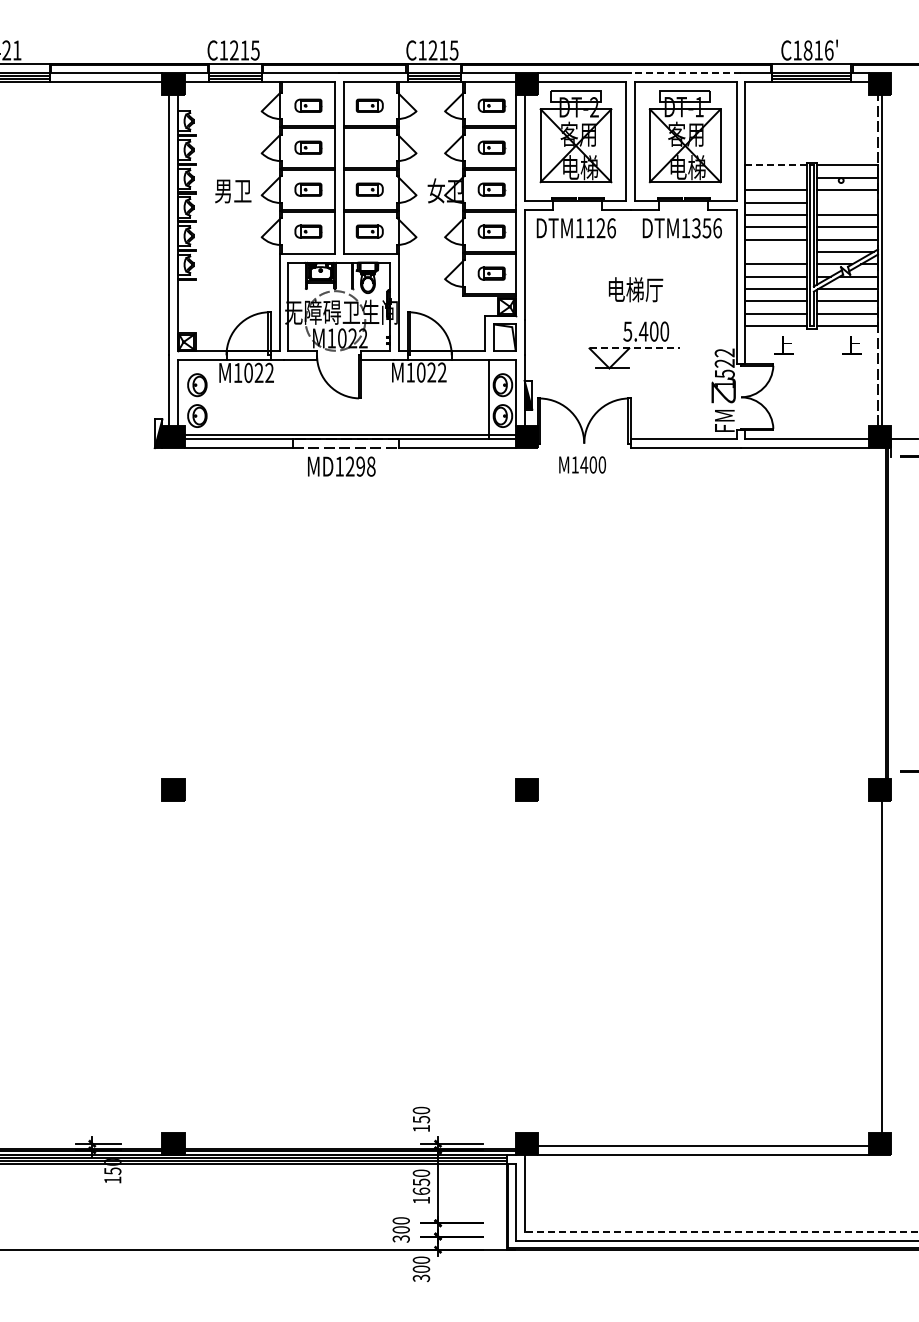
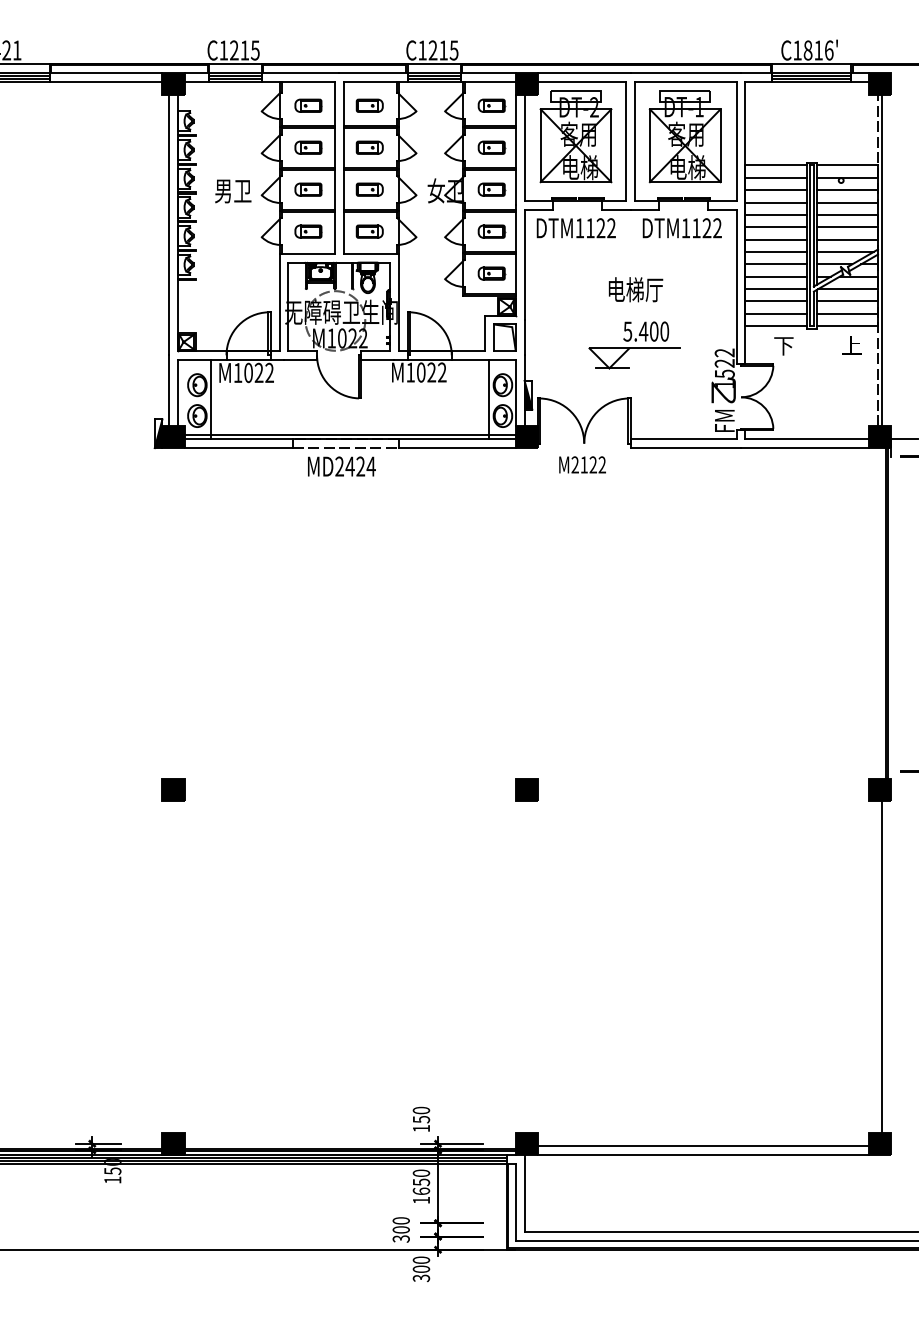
line at (685, 72): dashed -> solid
part at (369, 147): none -> present
line at (776, 165): dashed -> solid
line at (775, 177): none -> present
line at (846, 202): none -> present
text at (611, 228): DTM1126 -> DTM1122
text at (706, 228): DTM1356 -> DTM1122
line at (775, 252): none -> present
text at (783, 345): 上 -> 下
line at (635, 348): dashed -> solid
line at (211, 399): none -> present
text at (588, 464): M1400 -> M2122
text at (355, 466): MD1298 -> MD2424
line at (721, 1232): dashed -> solid
